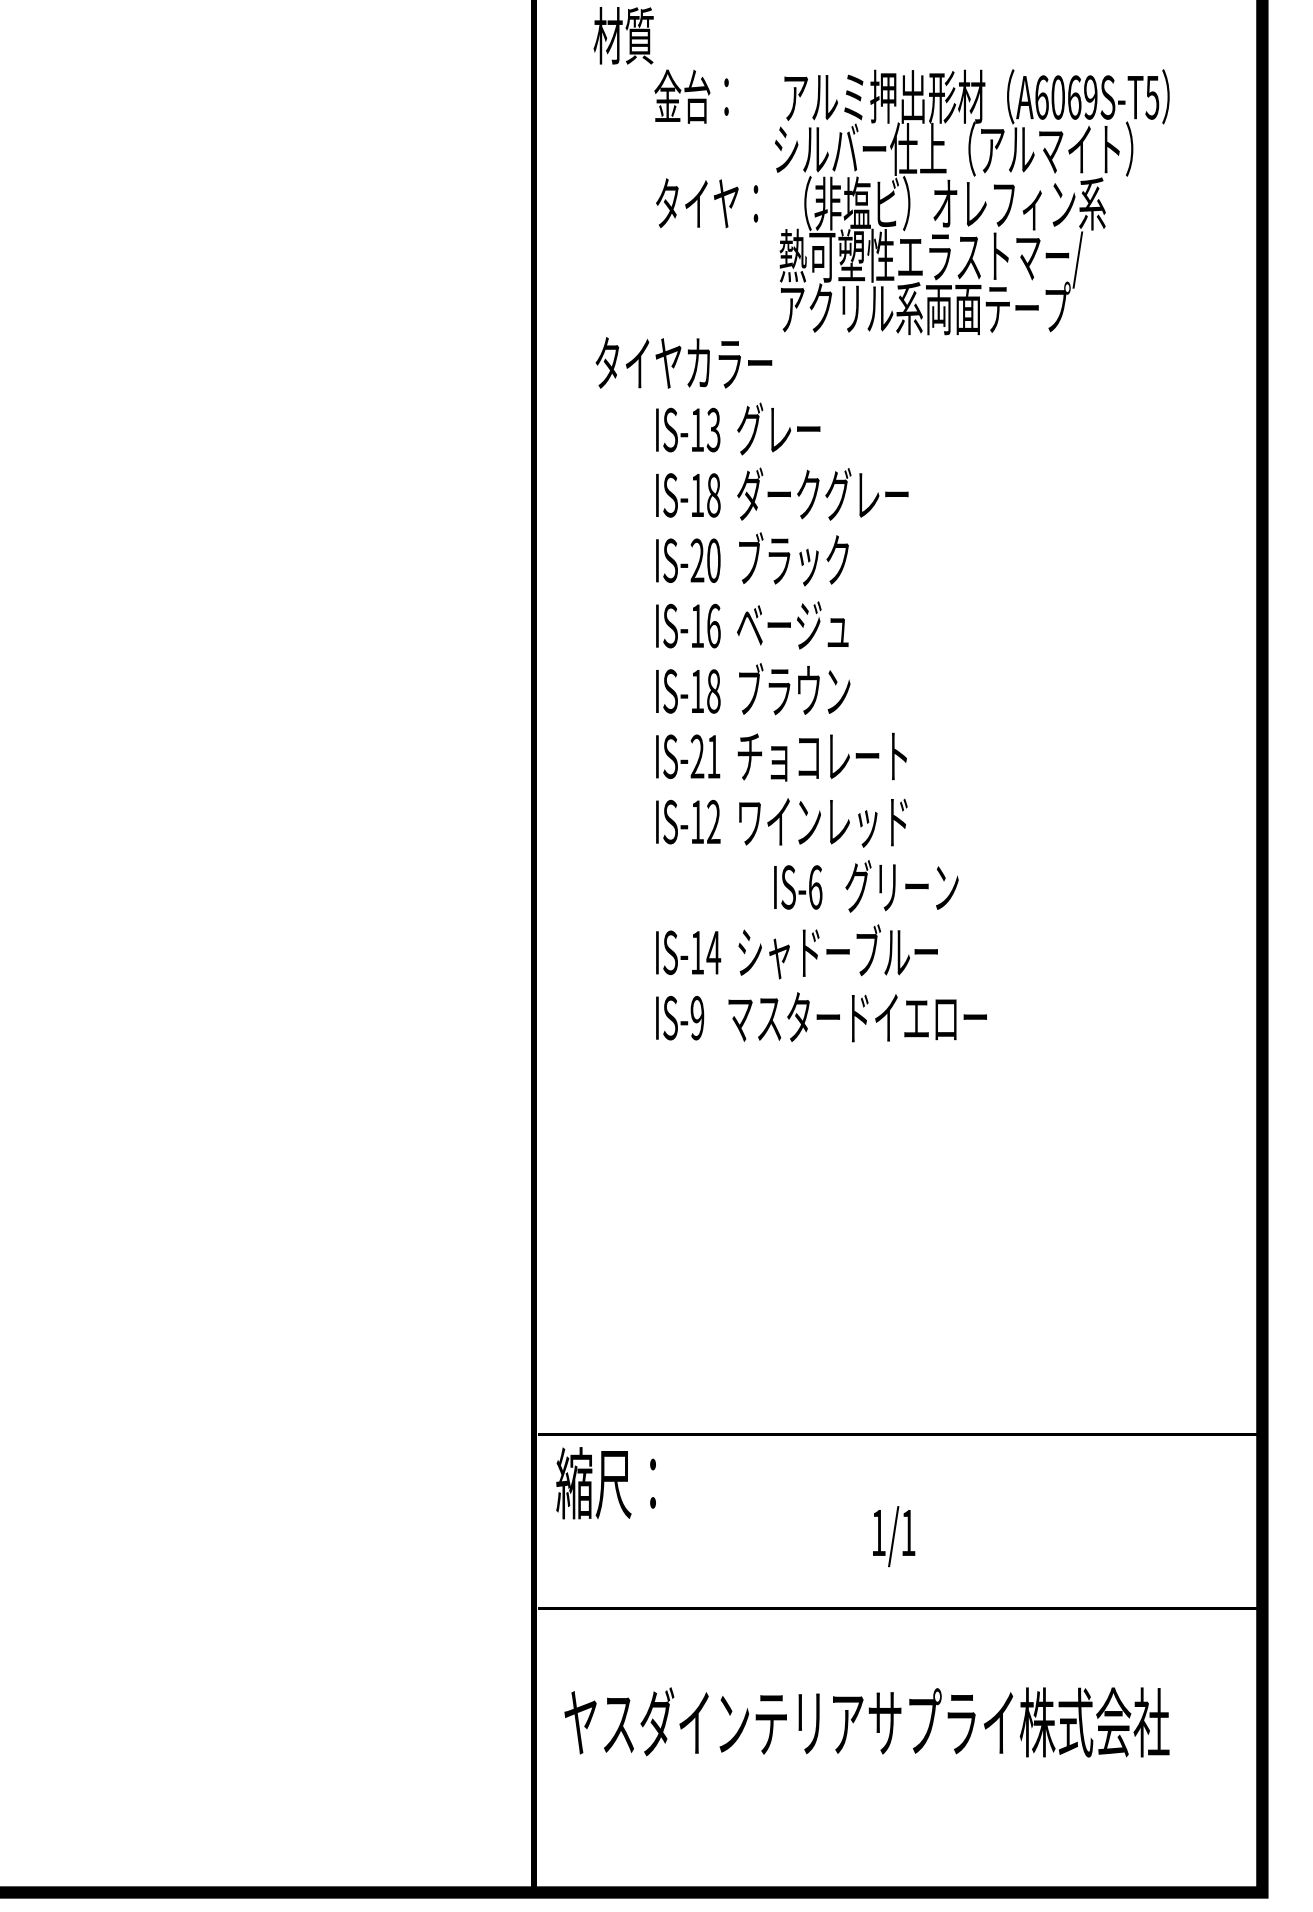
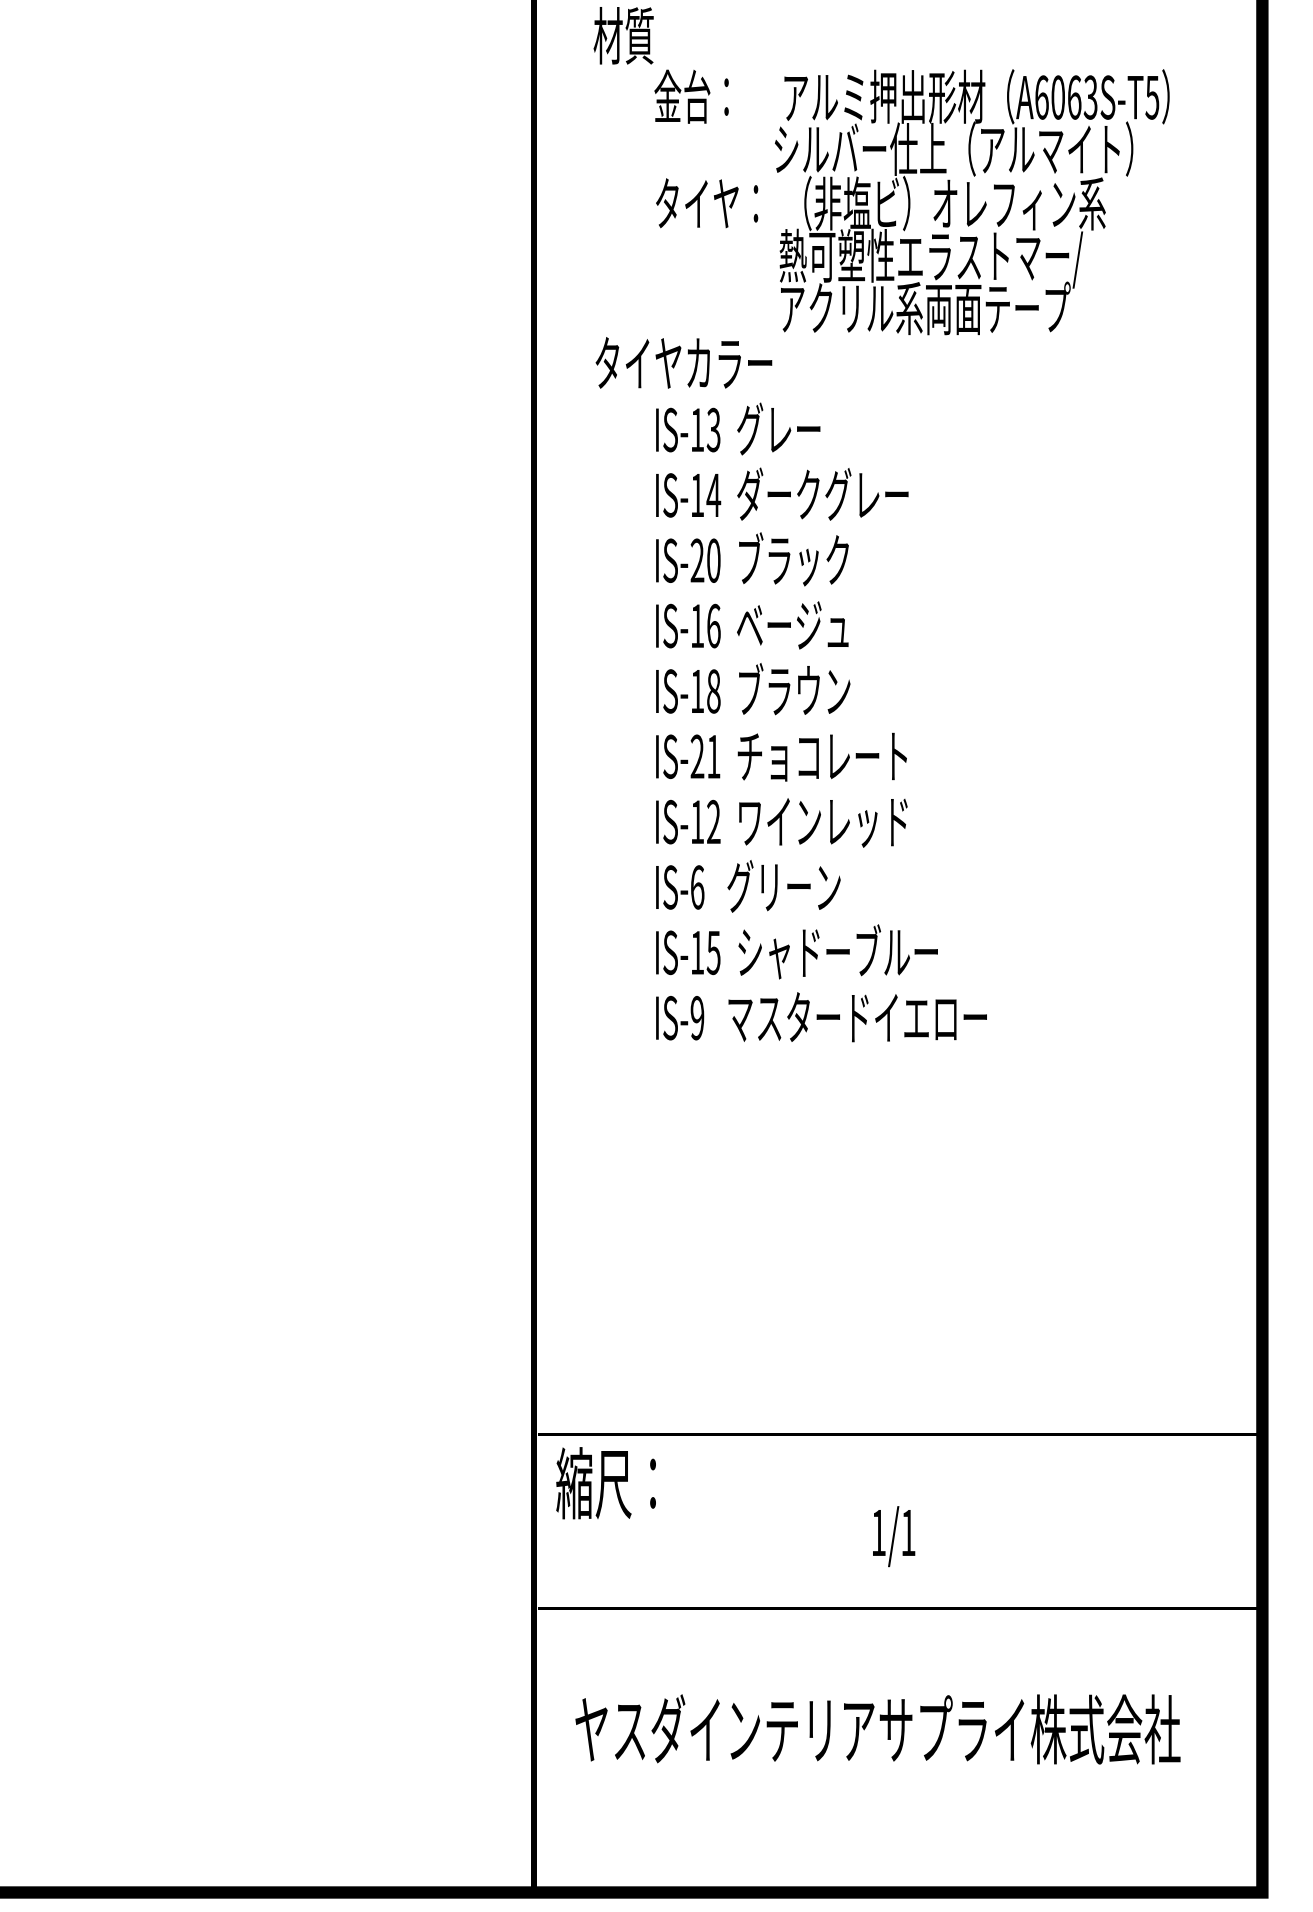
text at (1090, 97): A6069S-T5 -> A6063S-T5
text at (713, 495): IS-18 -> IS-14
text at (866, 886) position: (866, 886) -> (748, 886)
text at (713, 953): IS-14 -> IS-15
text at (866, 1722) position: (866, 1722) -> (877, 1729)
